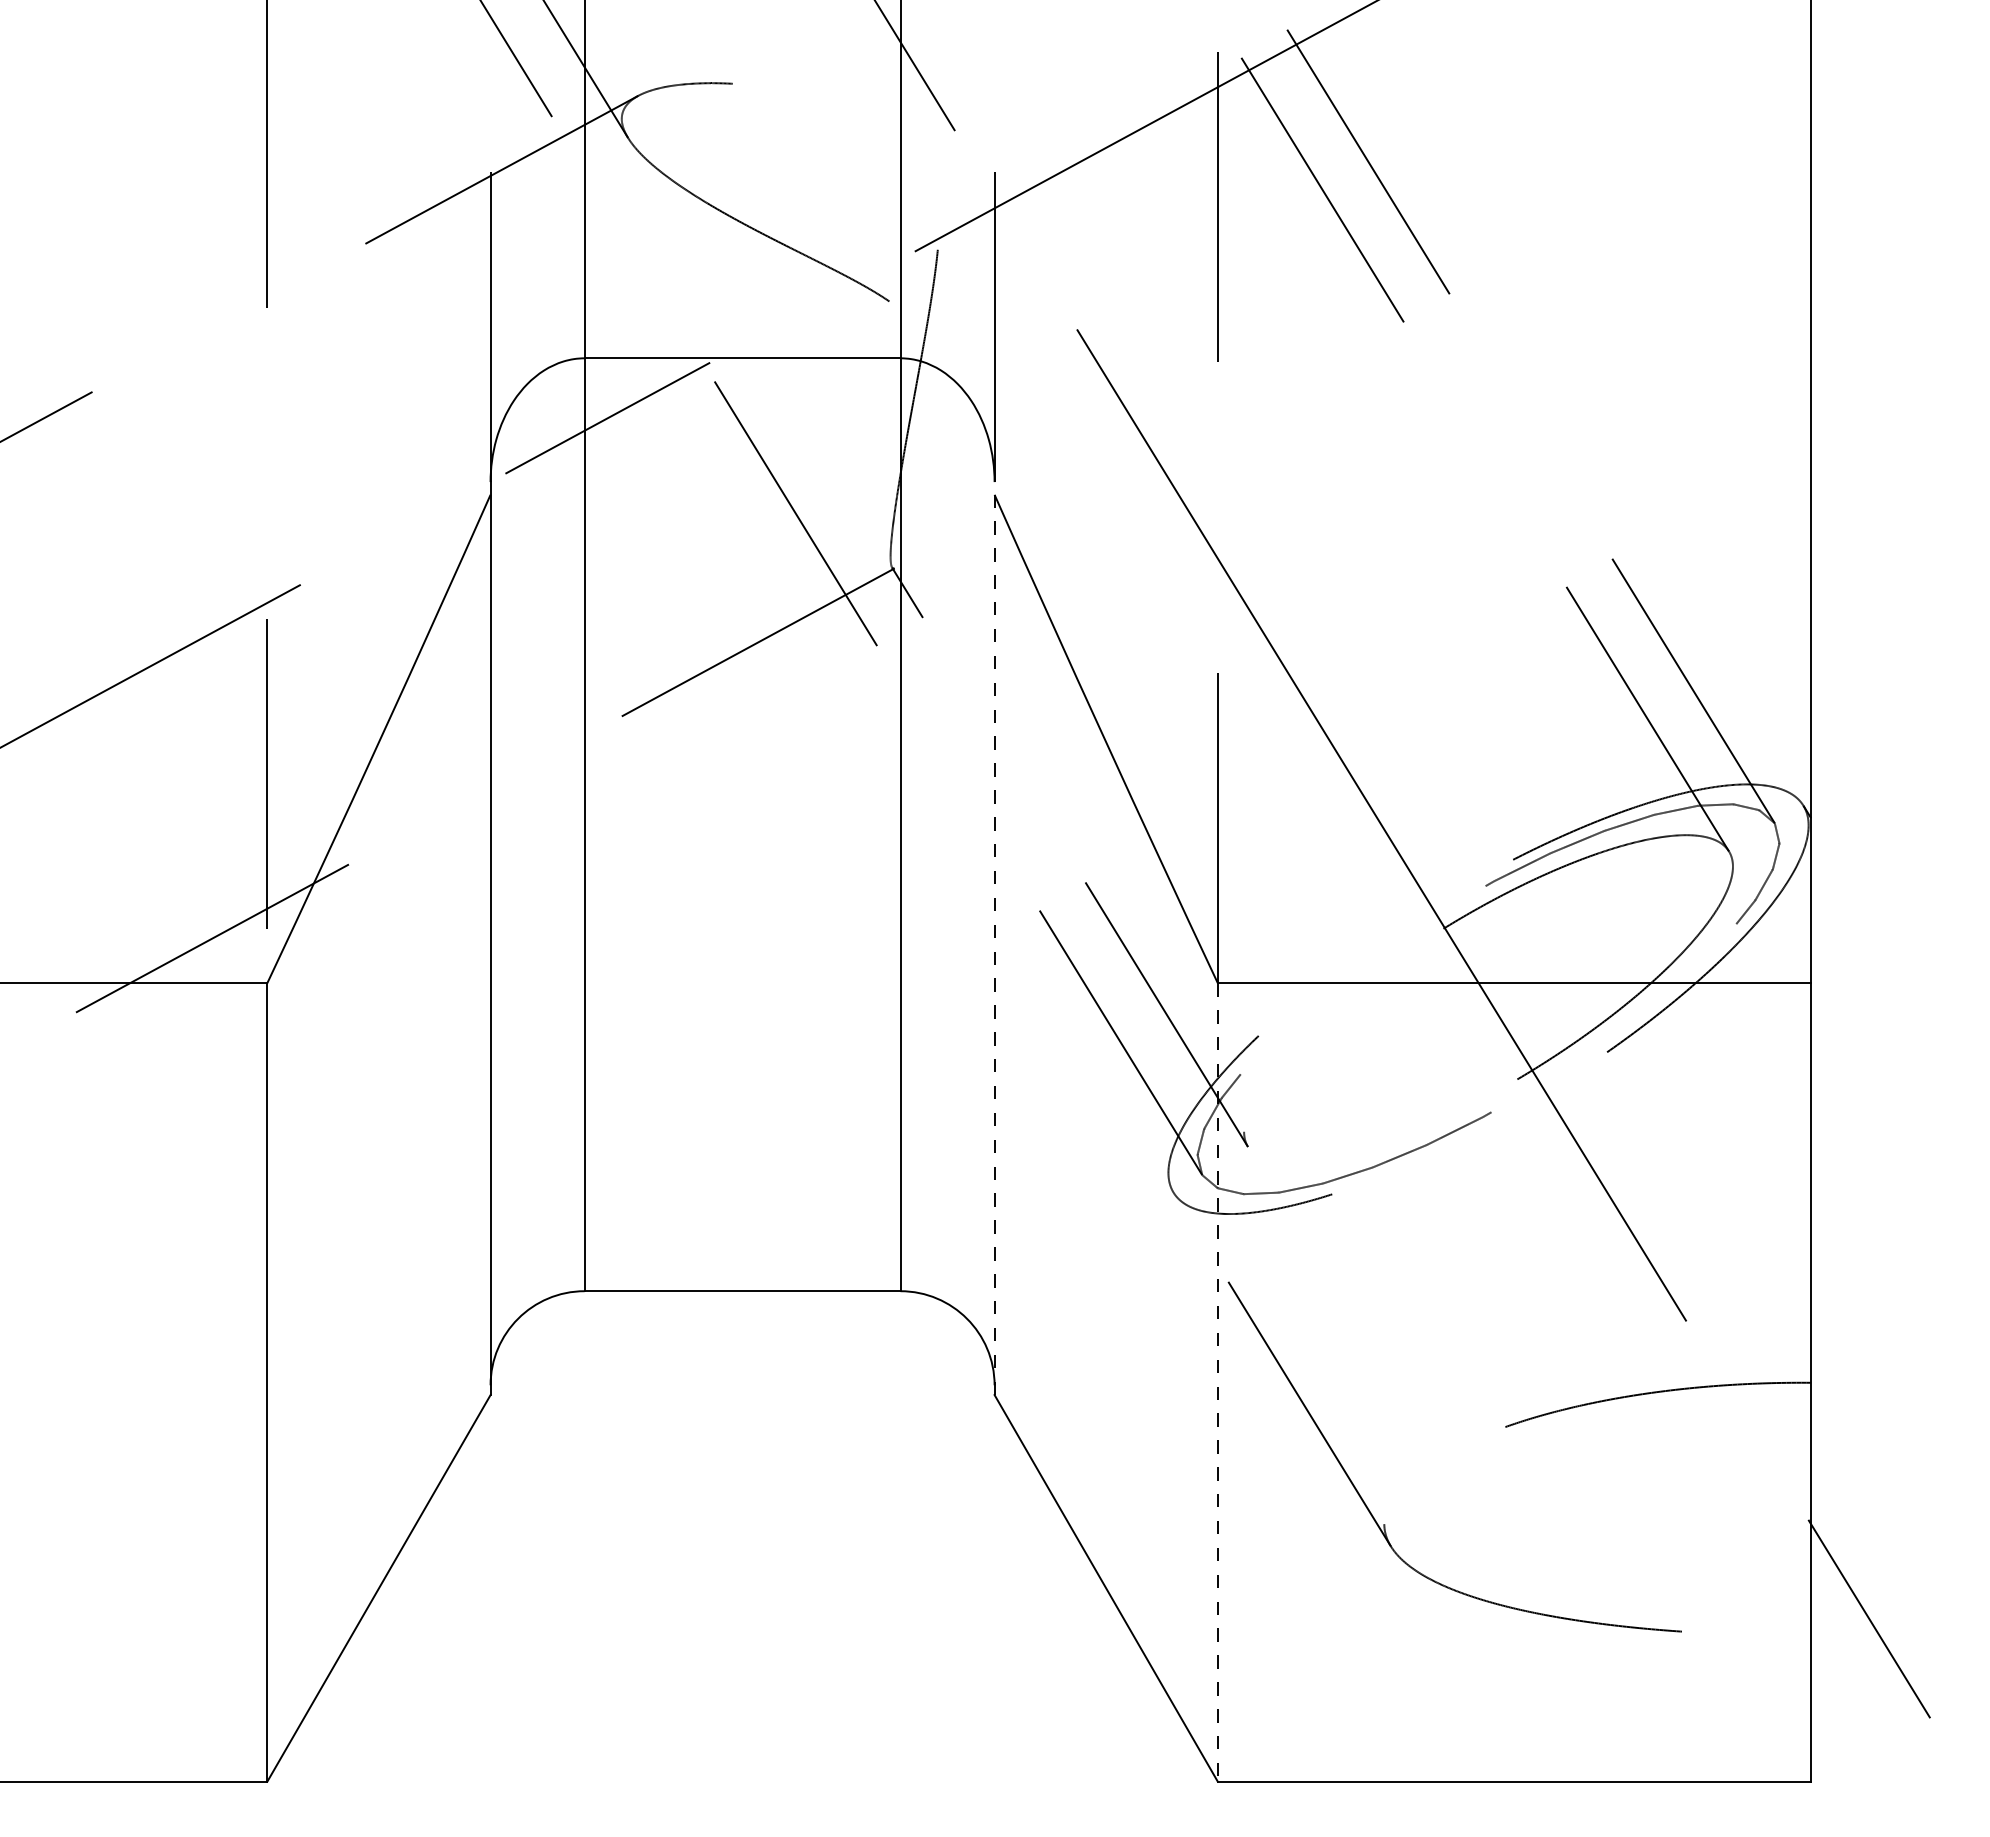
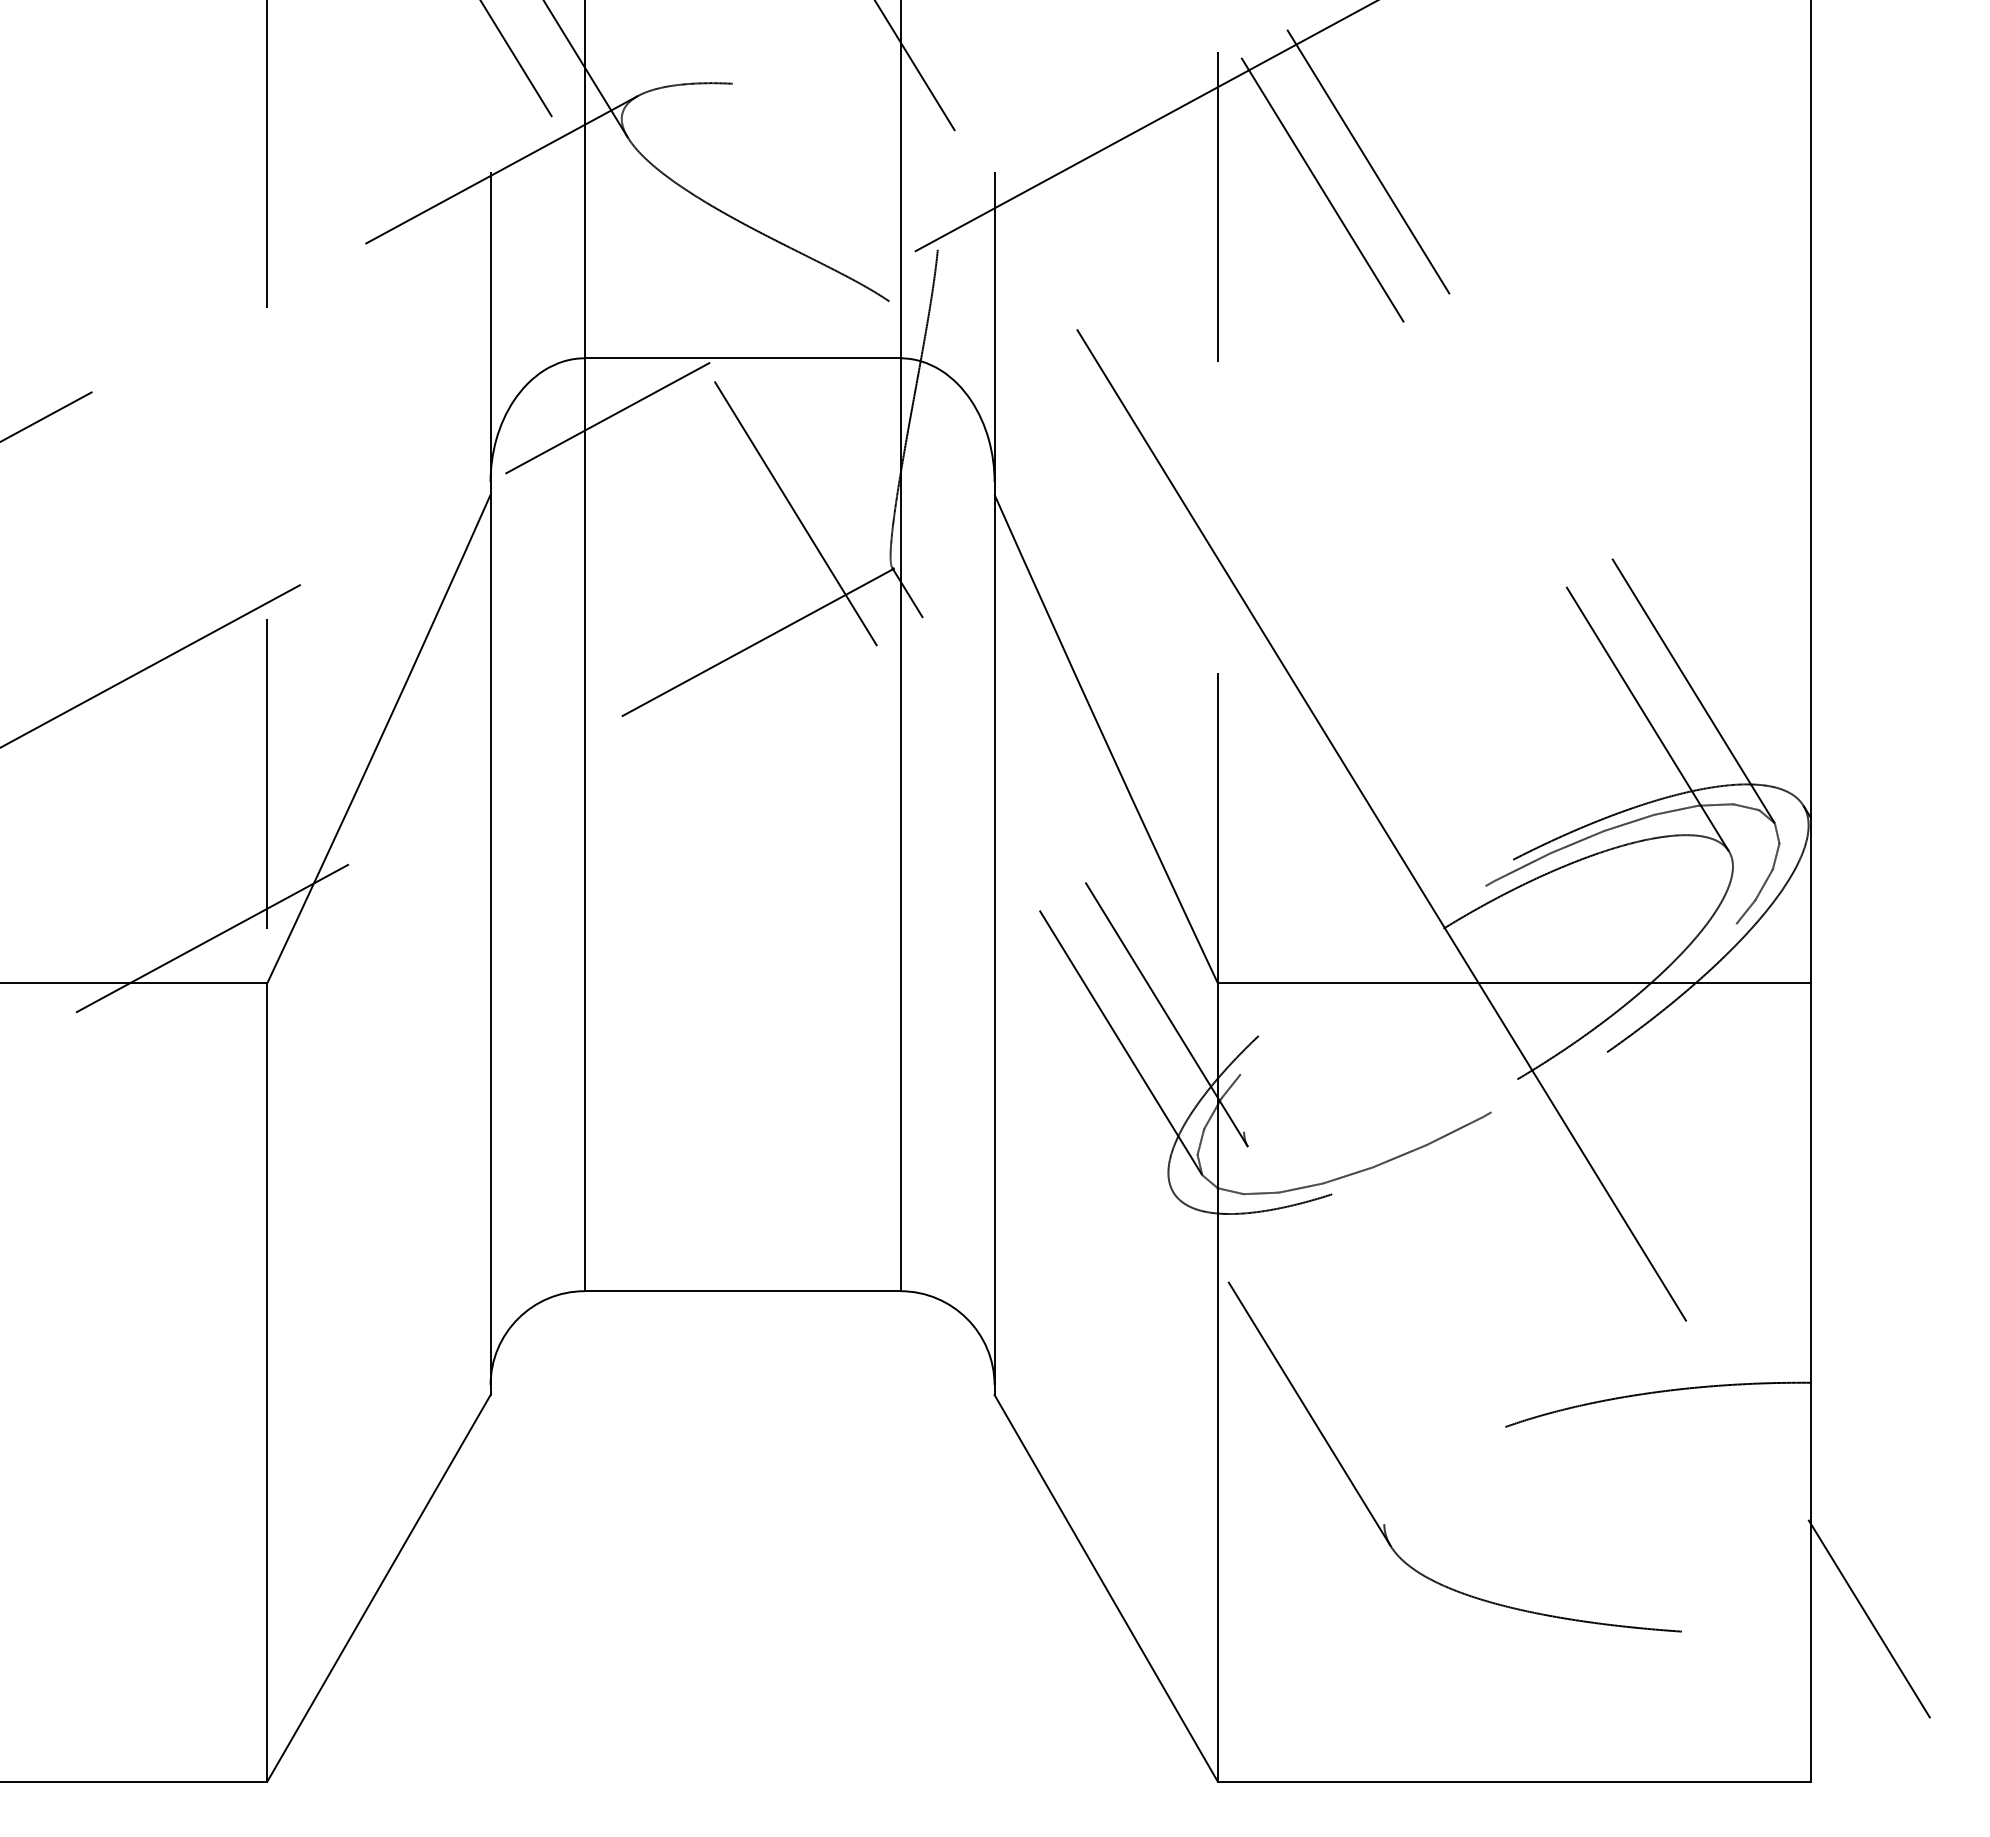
line at (994, 938): dashed -> solid
line at (1217, 1383): dashed -> solid
